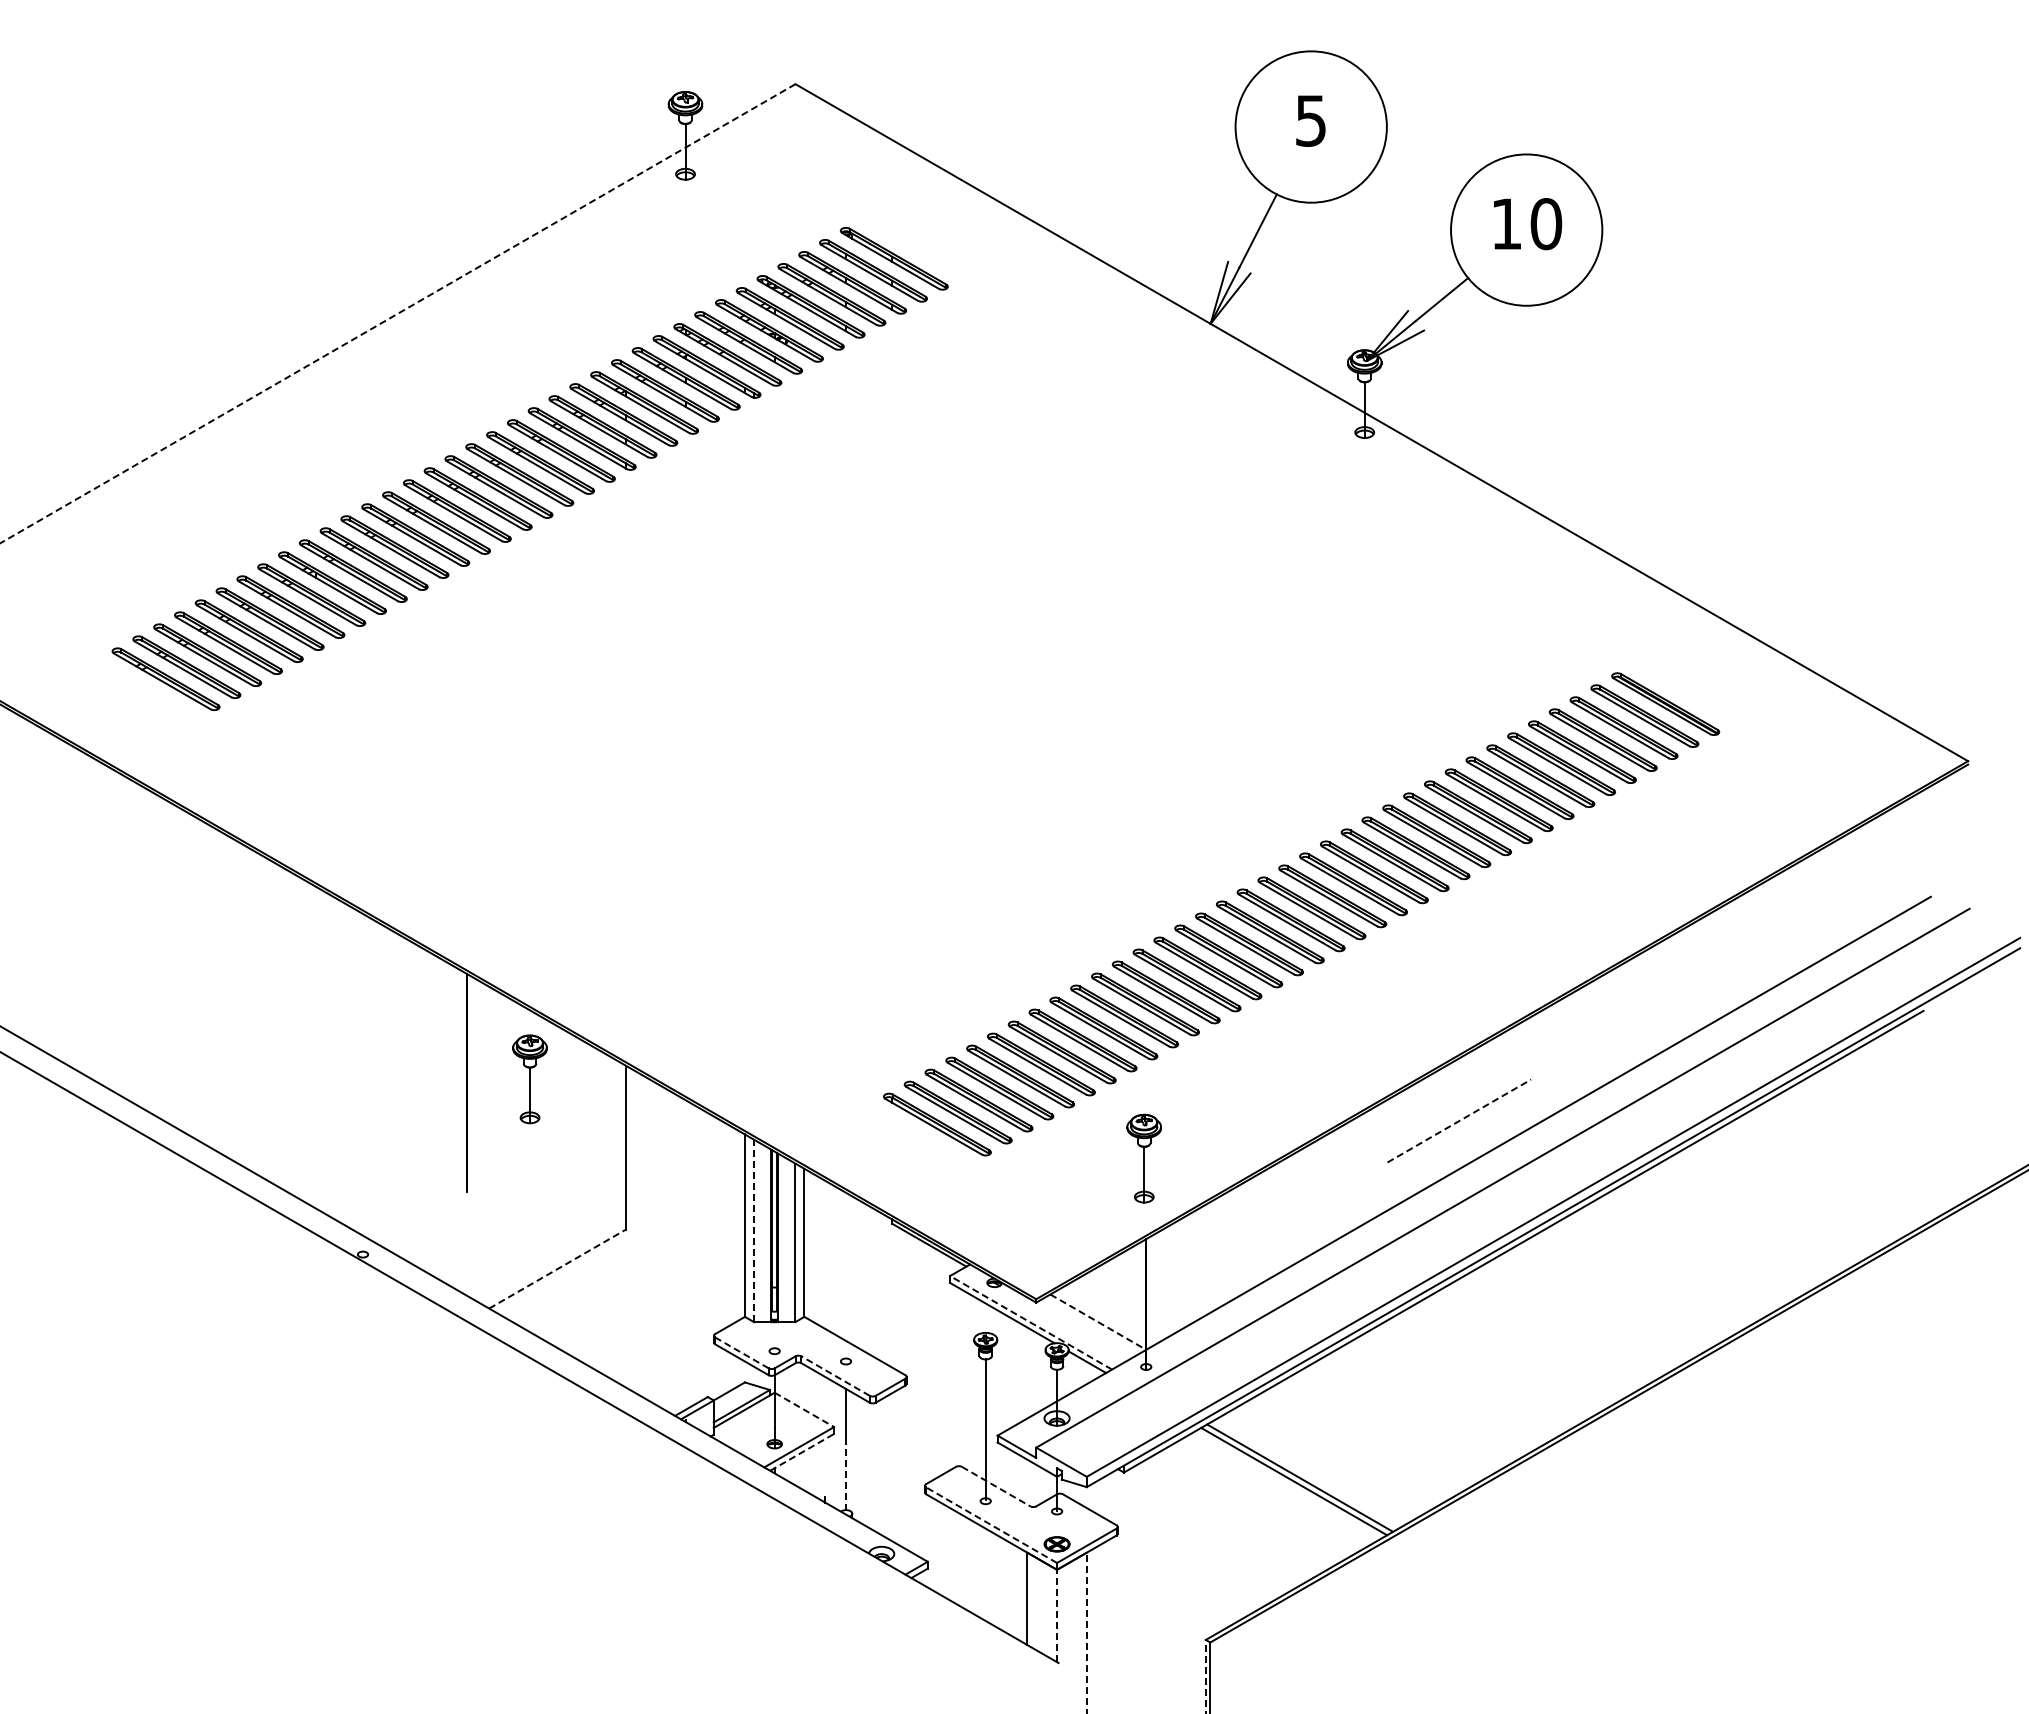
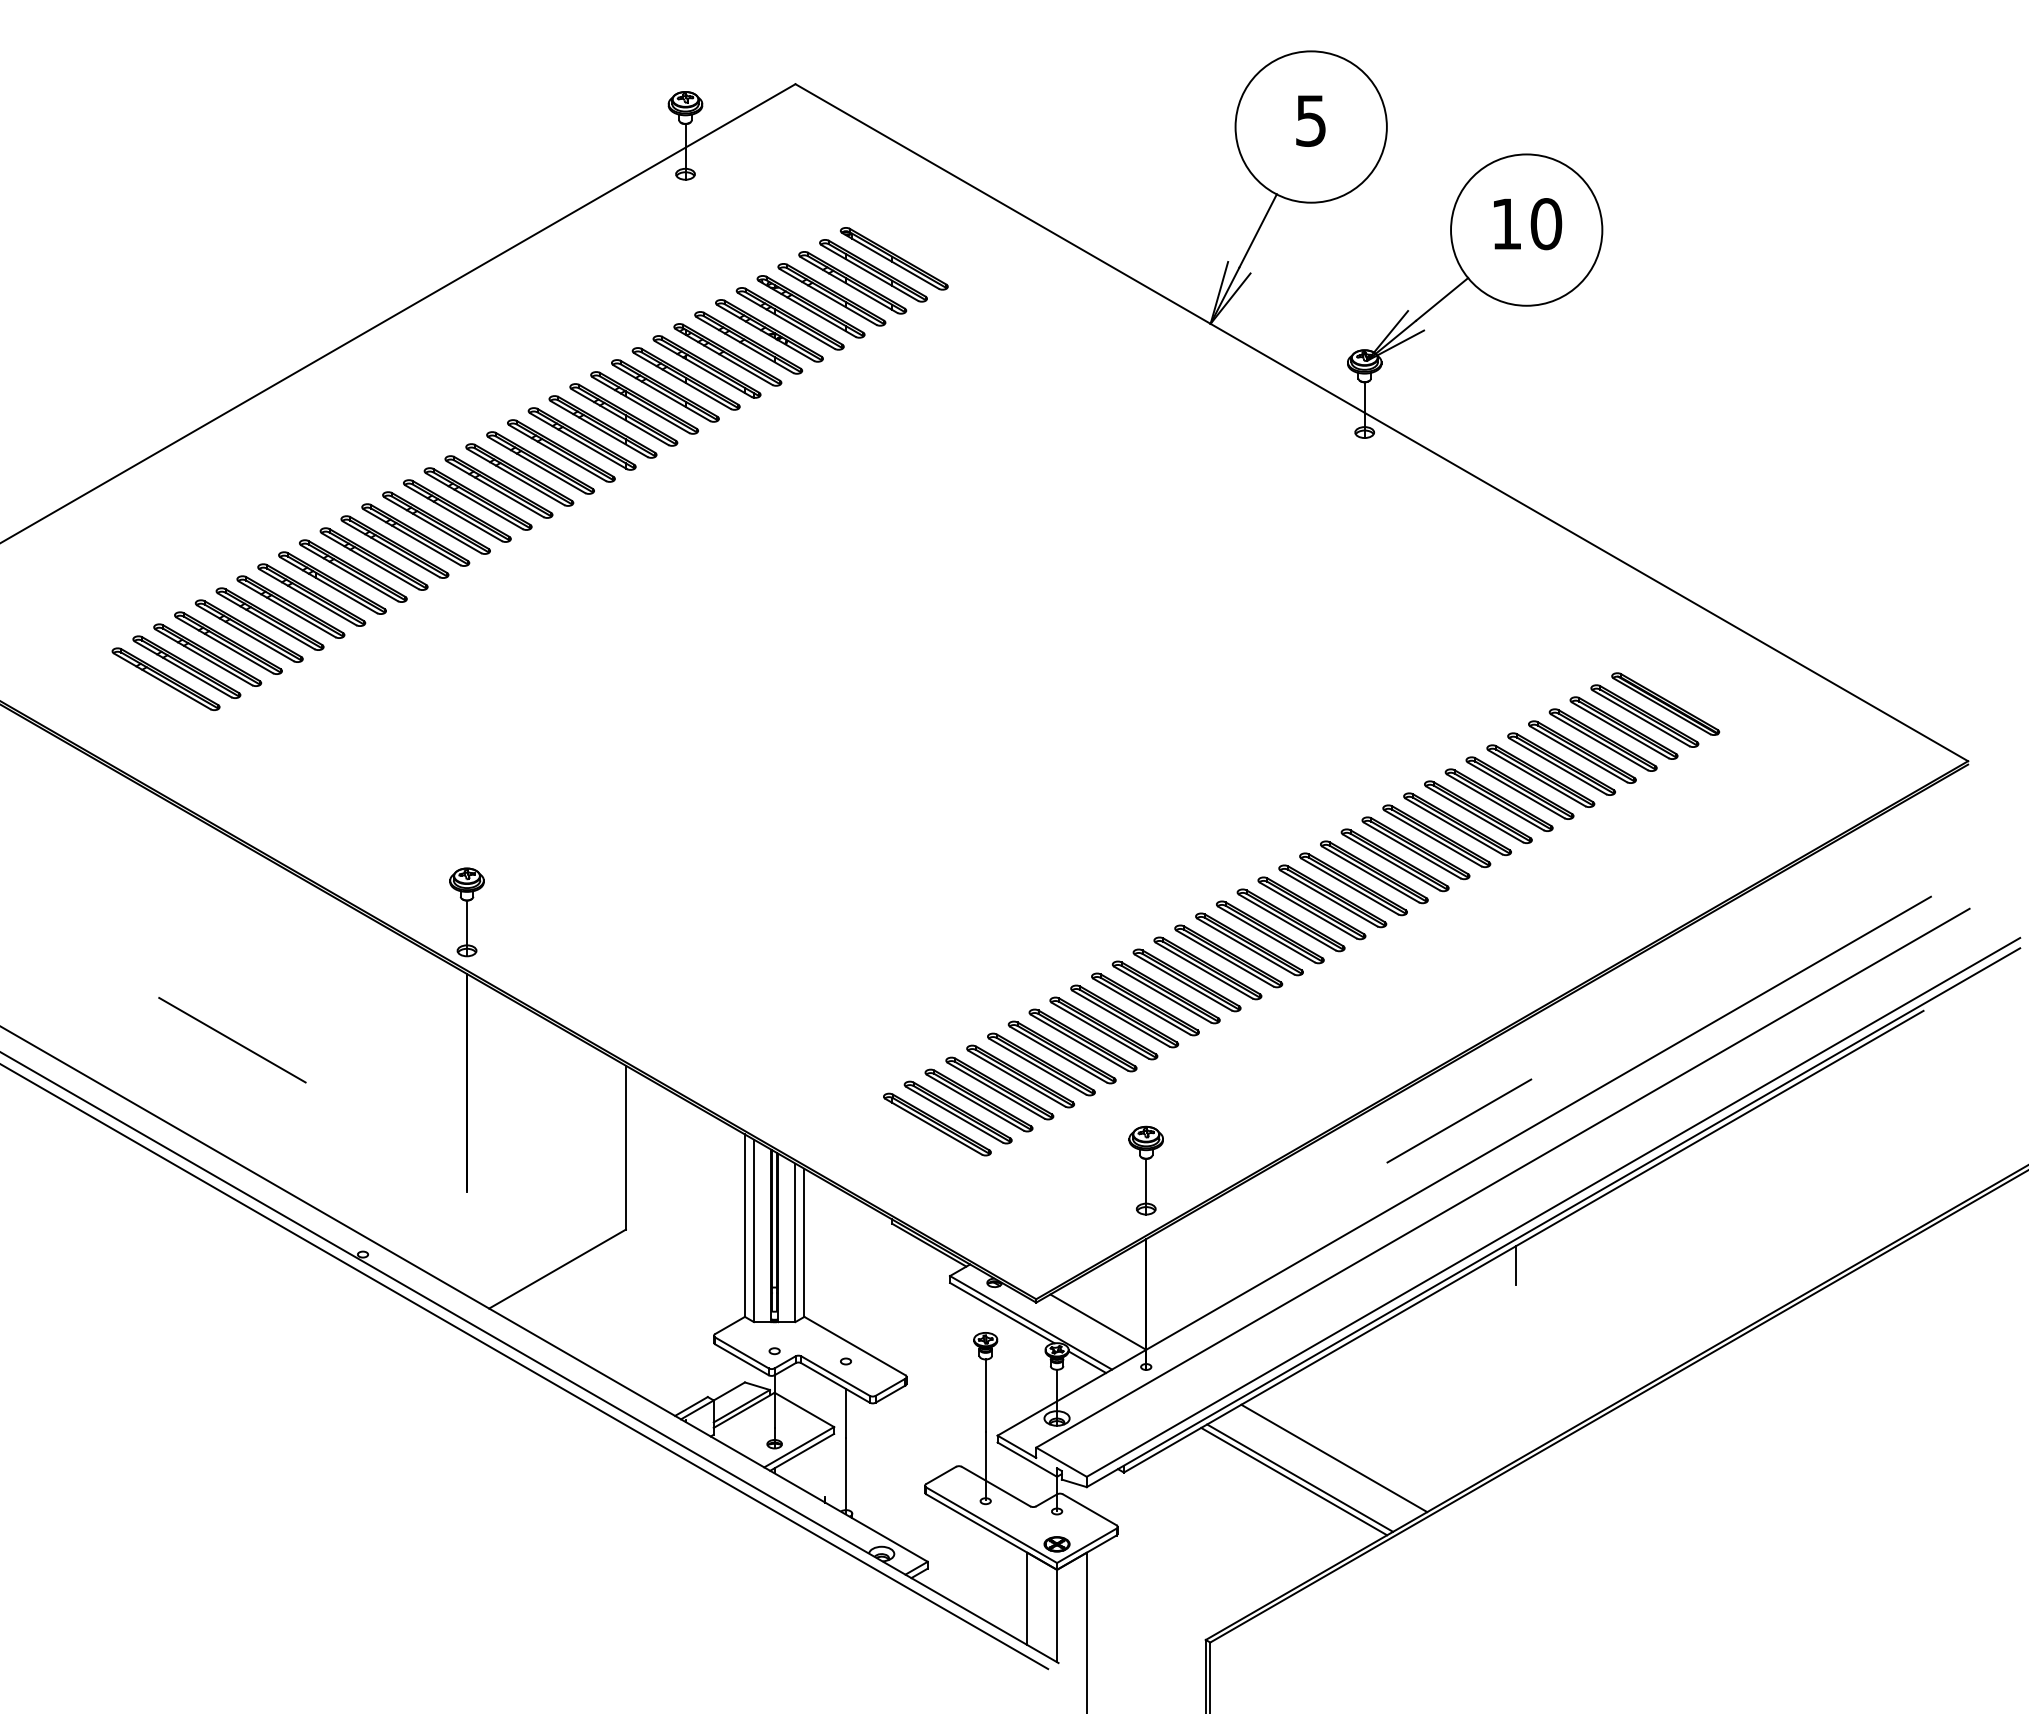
line at (397, 313): dashed -> solid
line at (232, 1039): none -> present
part at (529, 1079) position: (529, 1079) -> (466, 912)
line at (1459, 1121): dashed -> solid
part at (1143, 1158) position: (1143, 1158) -> (1145, 1170)
line at (753, 1230): dashed -> solid
line at (1516, 1265): none -> present
line at (557, 1269): dashed -> solid
line at (1031, 1322): dashed -> solid
line at (1098, 1322): dashed -> solid
line at (741, 1352): dashed -> solid
line at (525, 1367): none -> present
line at (835, 1375): dashed -> solid
line at (804, 1410): dashed -> solid
line at (802, 1452): dashed -> solid
line at (1334, 1458): none -> present
line at (846, 1475): dashed -> solid
line at (996, 1486): dashed -> solid
line at (991, 1525): dashed -> solid
line at (1057, 1615): dashed -> solid
line at (1086, 1632): dashed -> solid
line at (1205, 1676): dashed -> solid
